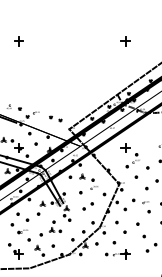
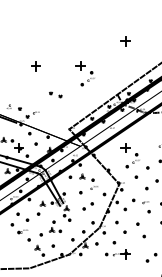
part at (18, 41) position: (18, 41) -> (35, 66)
part at (84, 73): none -> present
part at (55, 118) position: (55, 118) -> (55, 94)
part at (151, 247) position: (151, 247) -> (151, 257)
part at (15, 251): present -> none
